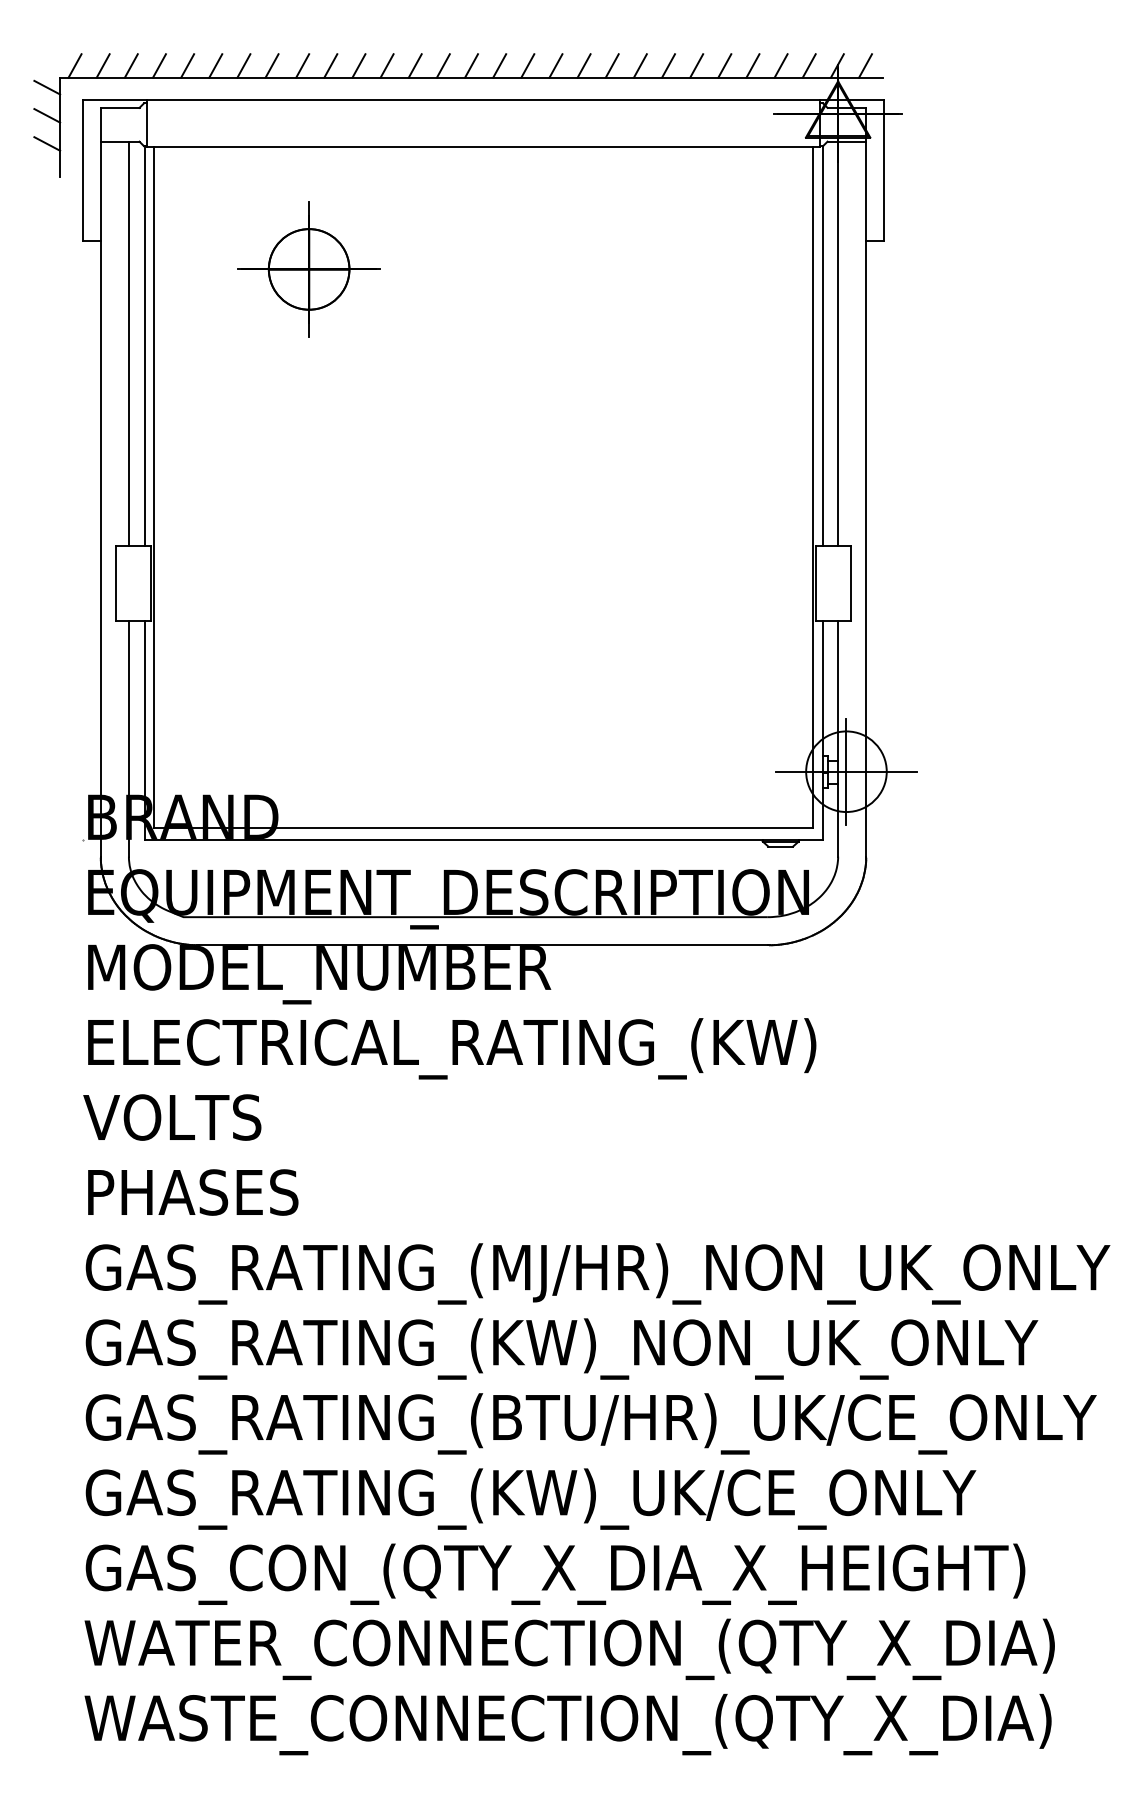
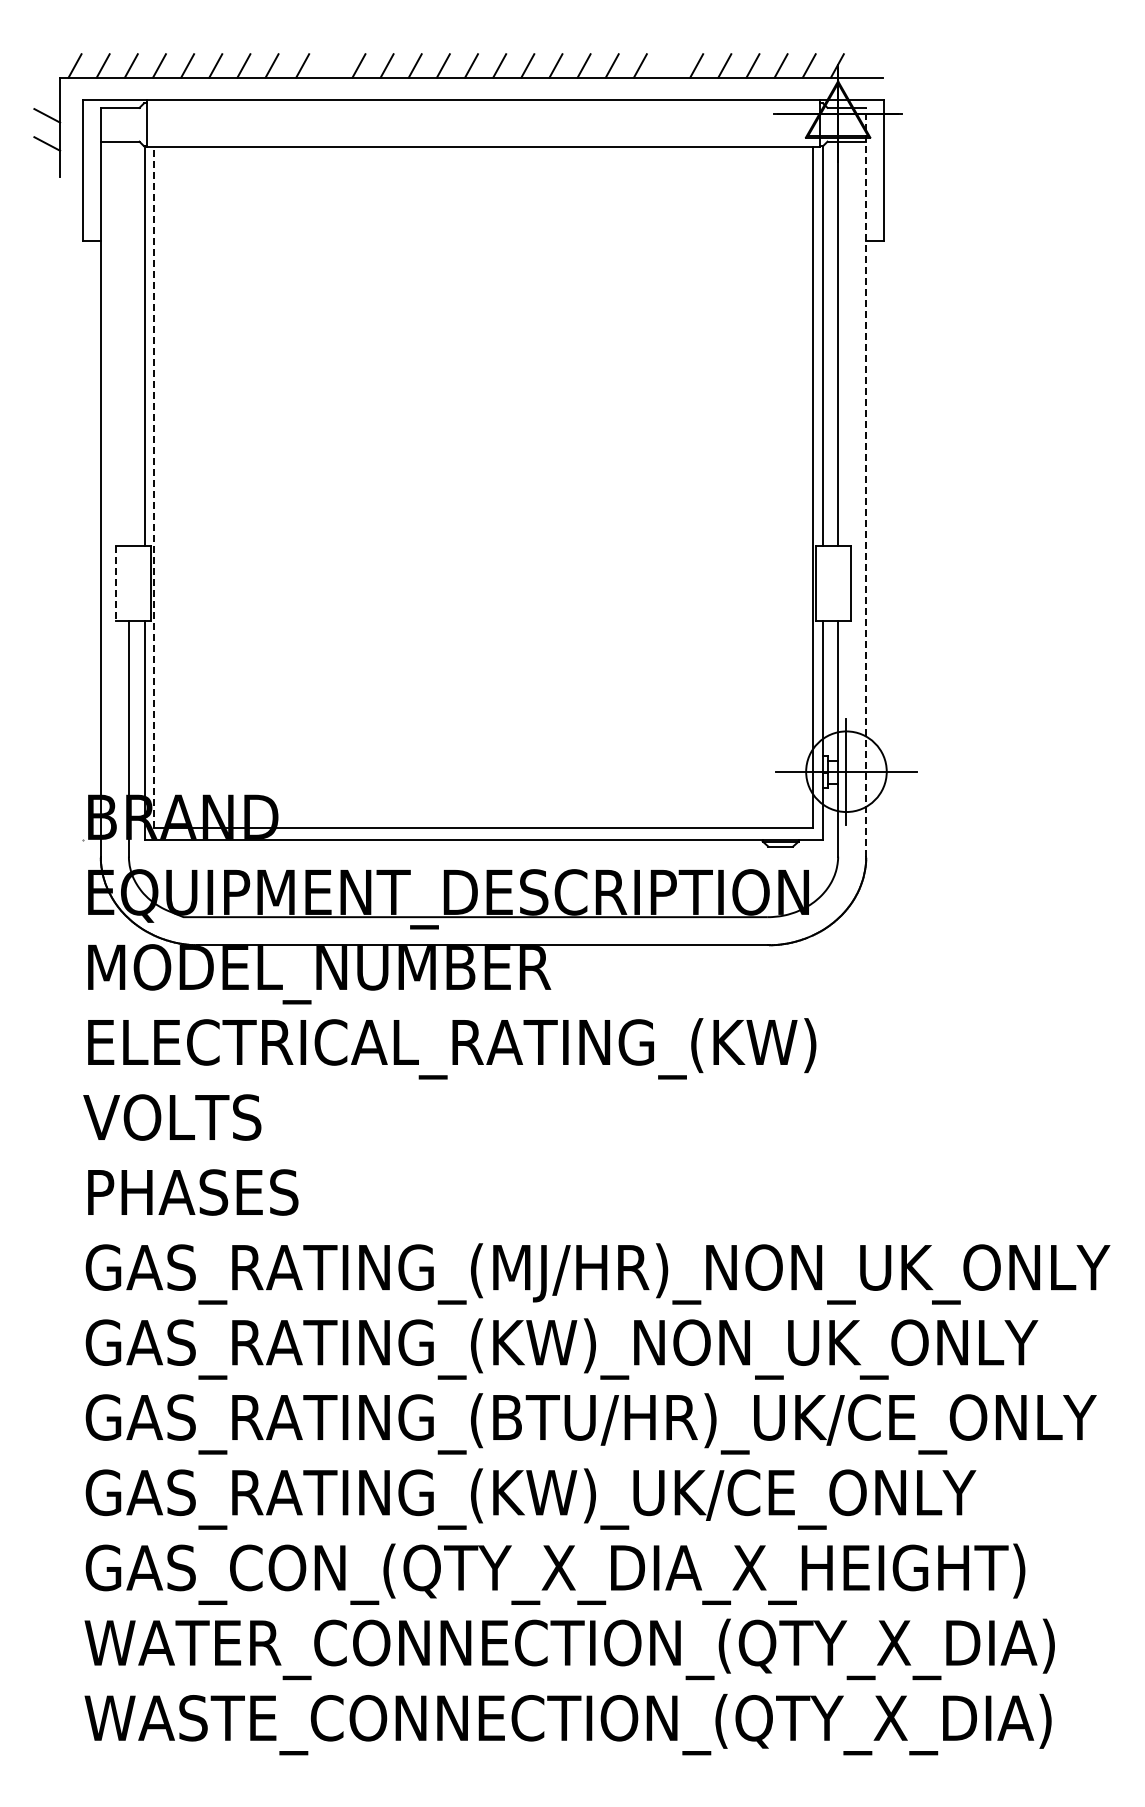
line at (330, 65): present -> none
line at (668, 65): present -> none
line at (865, 65): present -> none
line at (47, 87): present -> none
part at (308, 269): present -> none
line at (128, 343): present -> none
line at (866, 481): solid -> dashed
line at (153, 487): solid -> dashed
line at (115, 584): solid -> dashed
